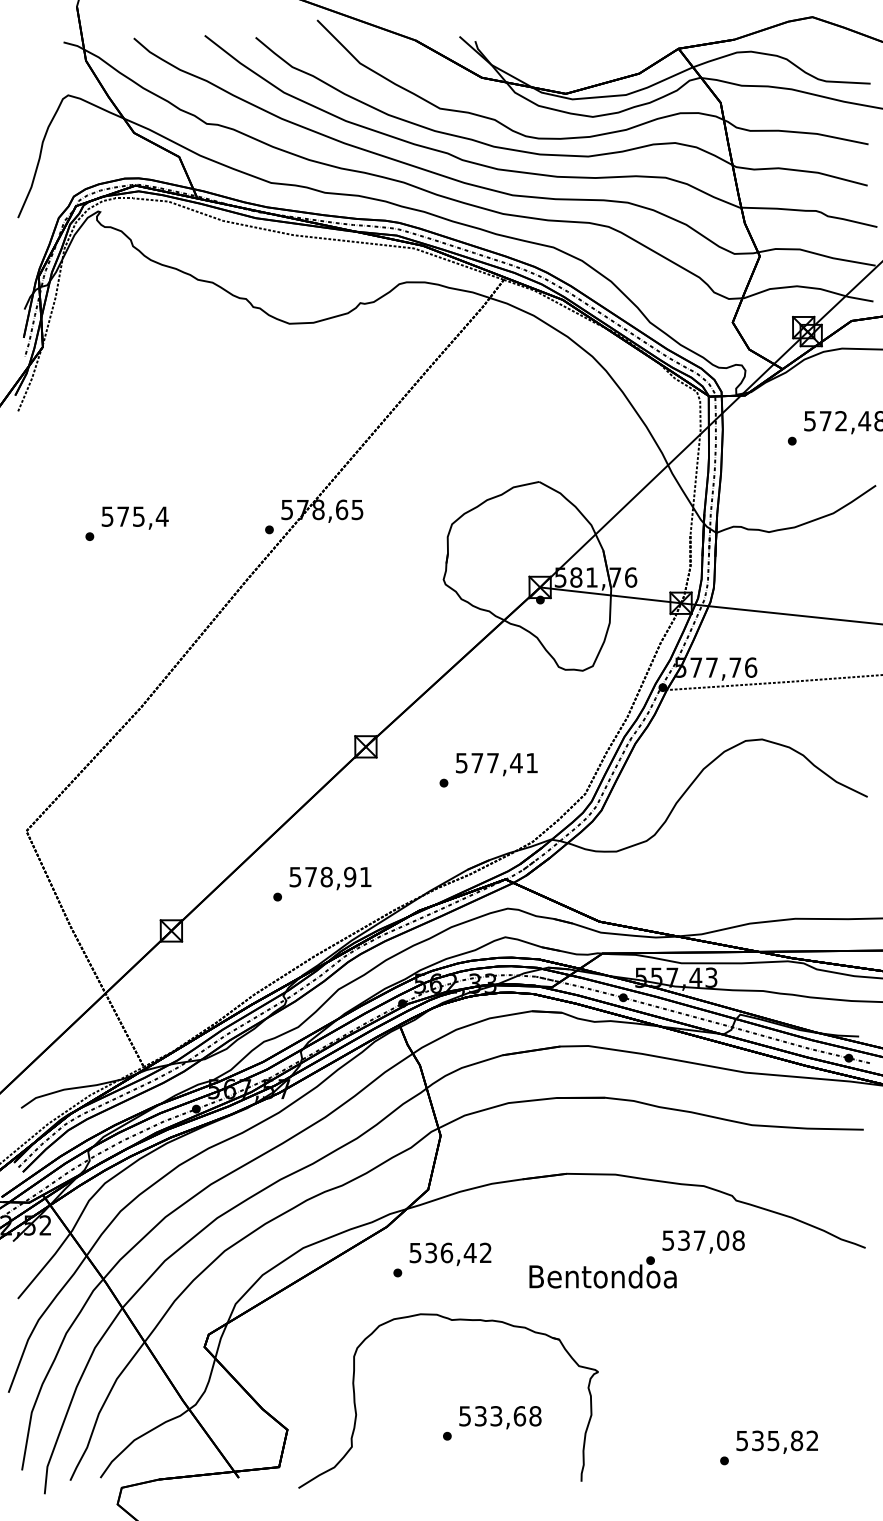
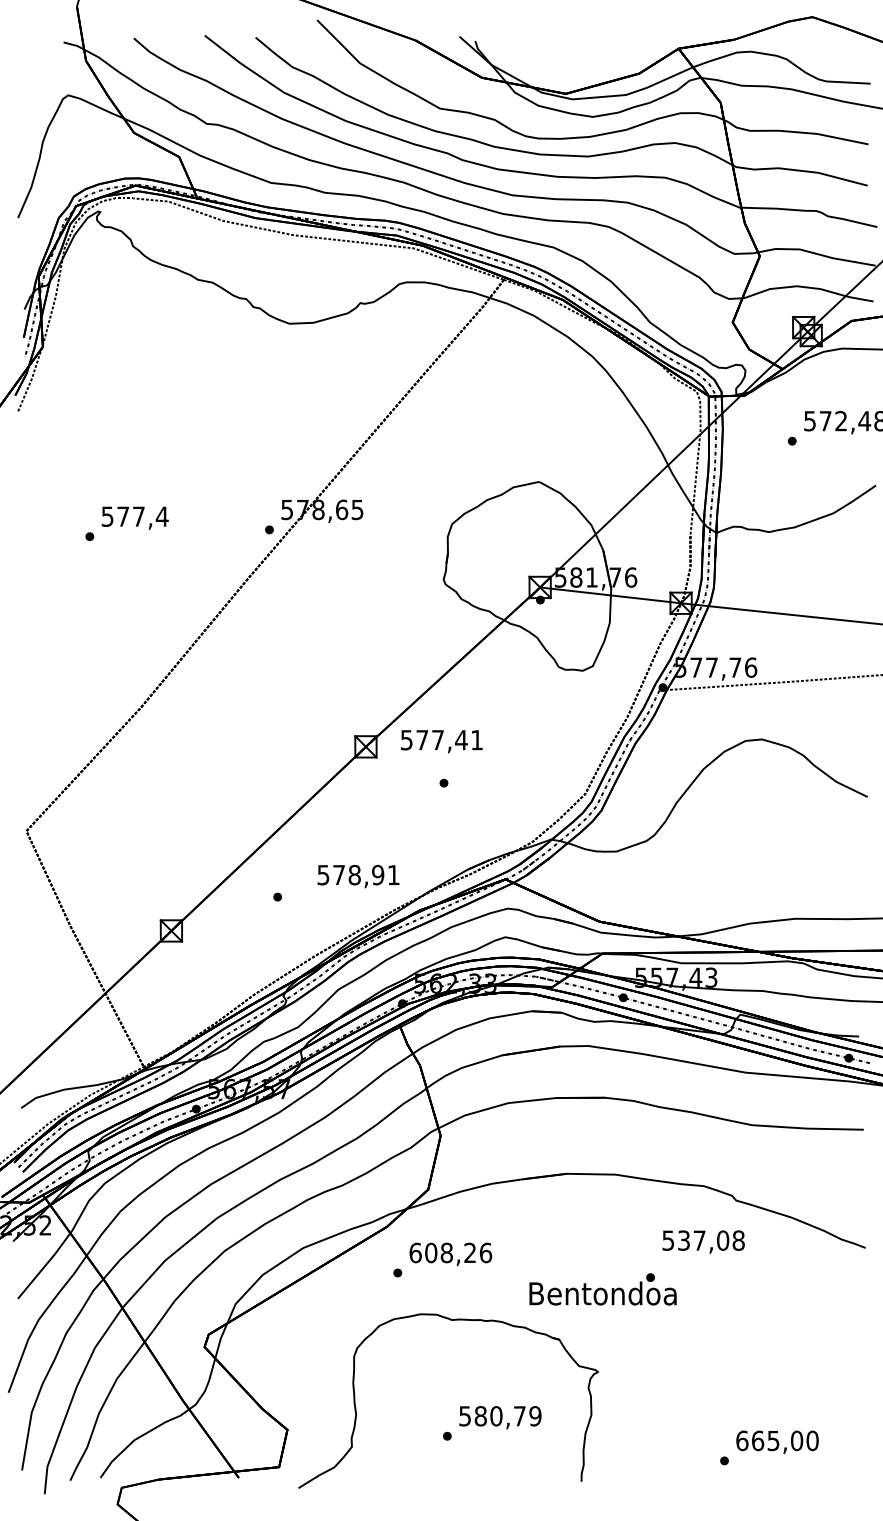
text at (138, 516): 575,4 -> 577,4
text at (496, 764) position: (496, 764) -> (441, 741)
text at (330, 878) position: (330, 878) -> (358, 876)
text at (450, 1252): 536,42 -> 608,26
text at (602, 1272) position: (602, 1272) -> (602, 1289)
text at (507, 1416): 533,68 -> 580,79
text at (777, 1440): 535,82 -> 665,00
